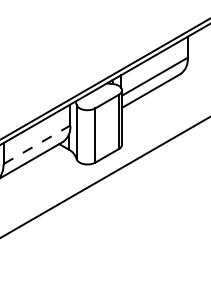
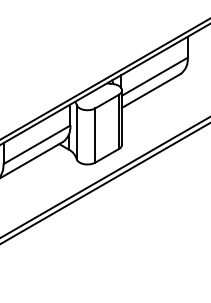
line at (37, 144): dashed -> solid
line at (104, 183): none -> present
